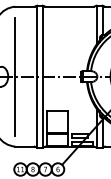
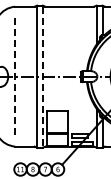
line at (15, 76): solid -> dashed
line at (42, 77): solid -> dashed
